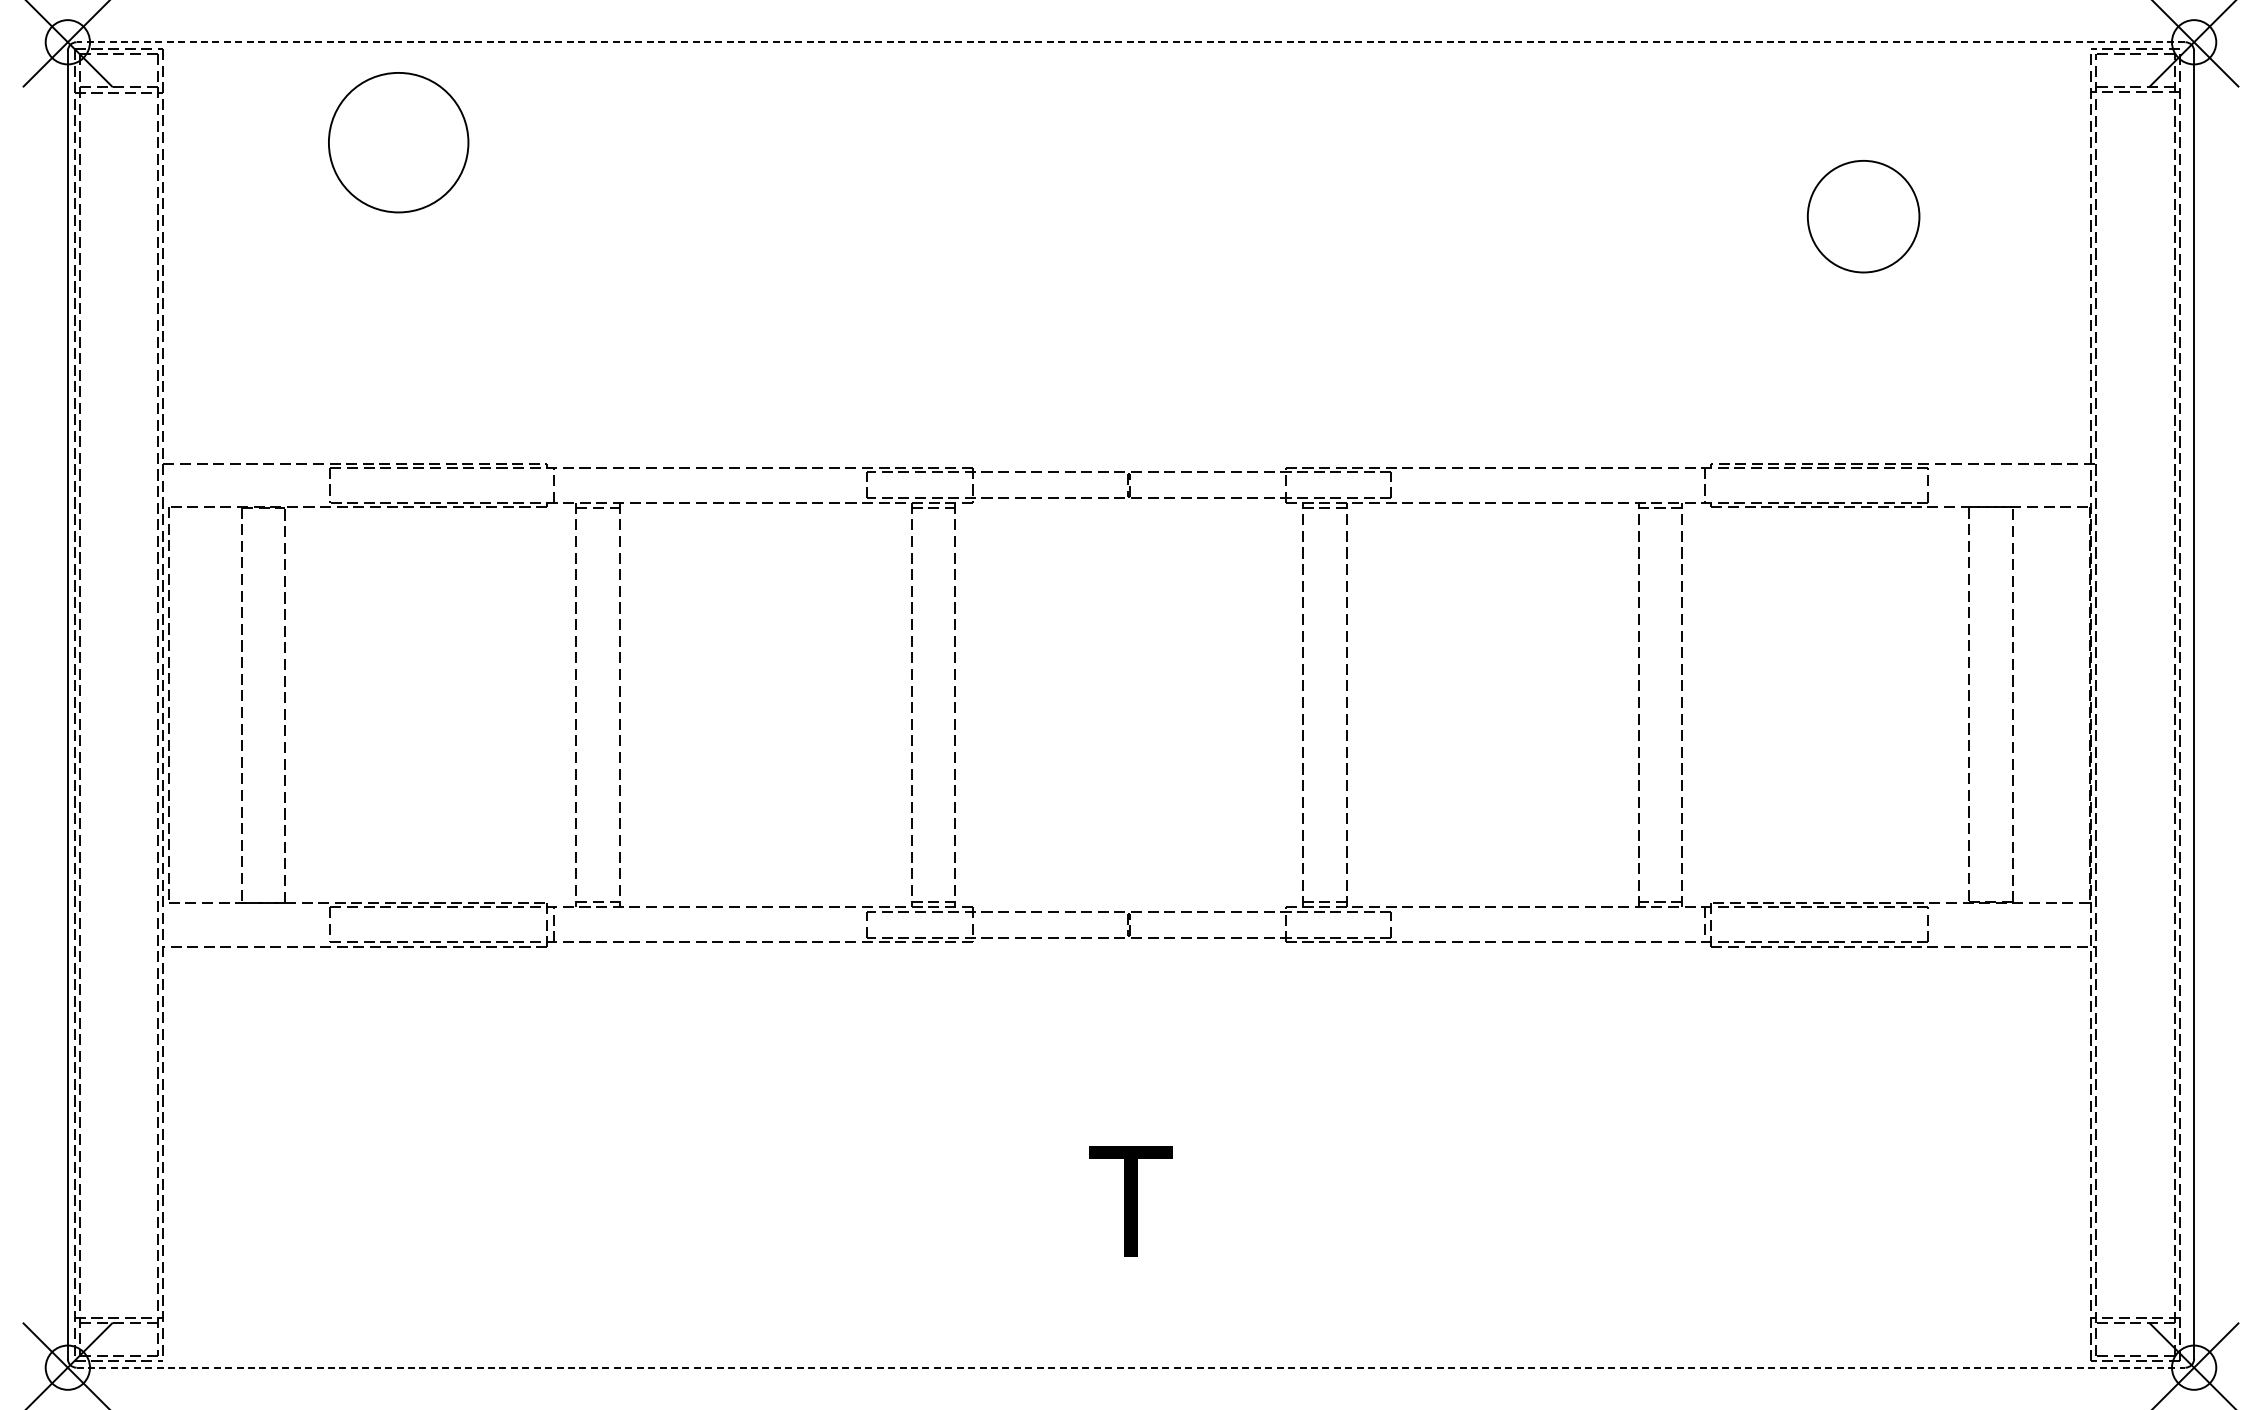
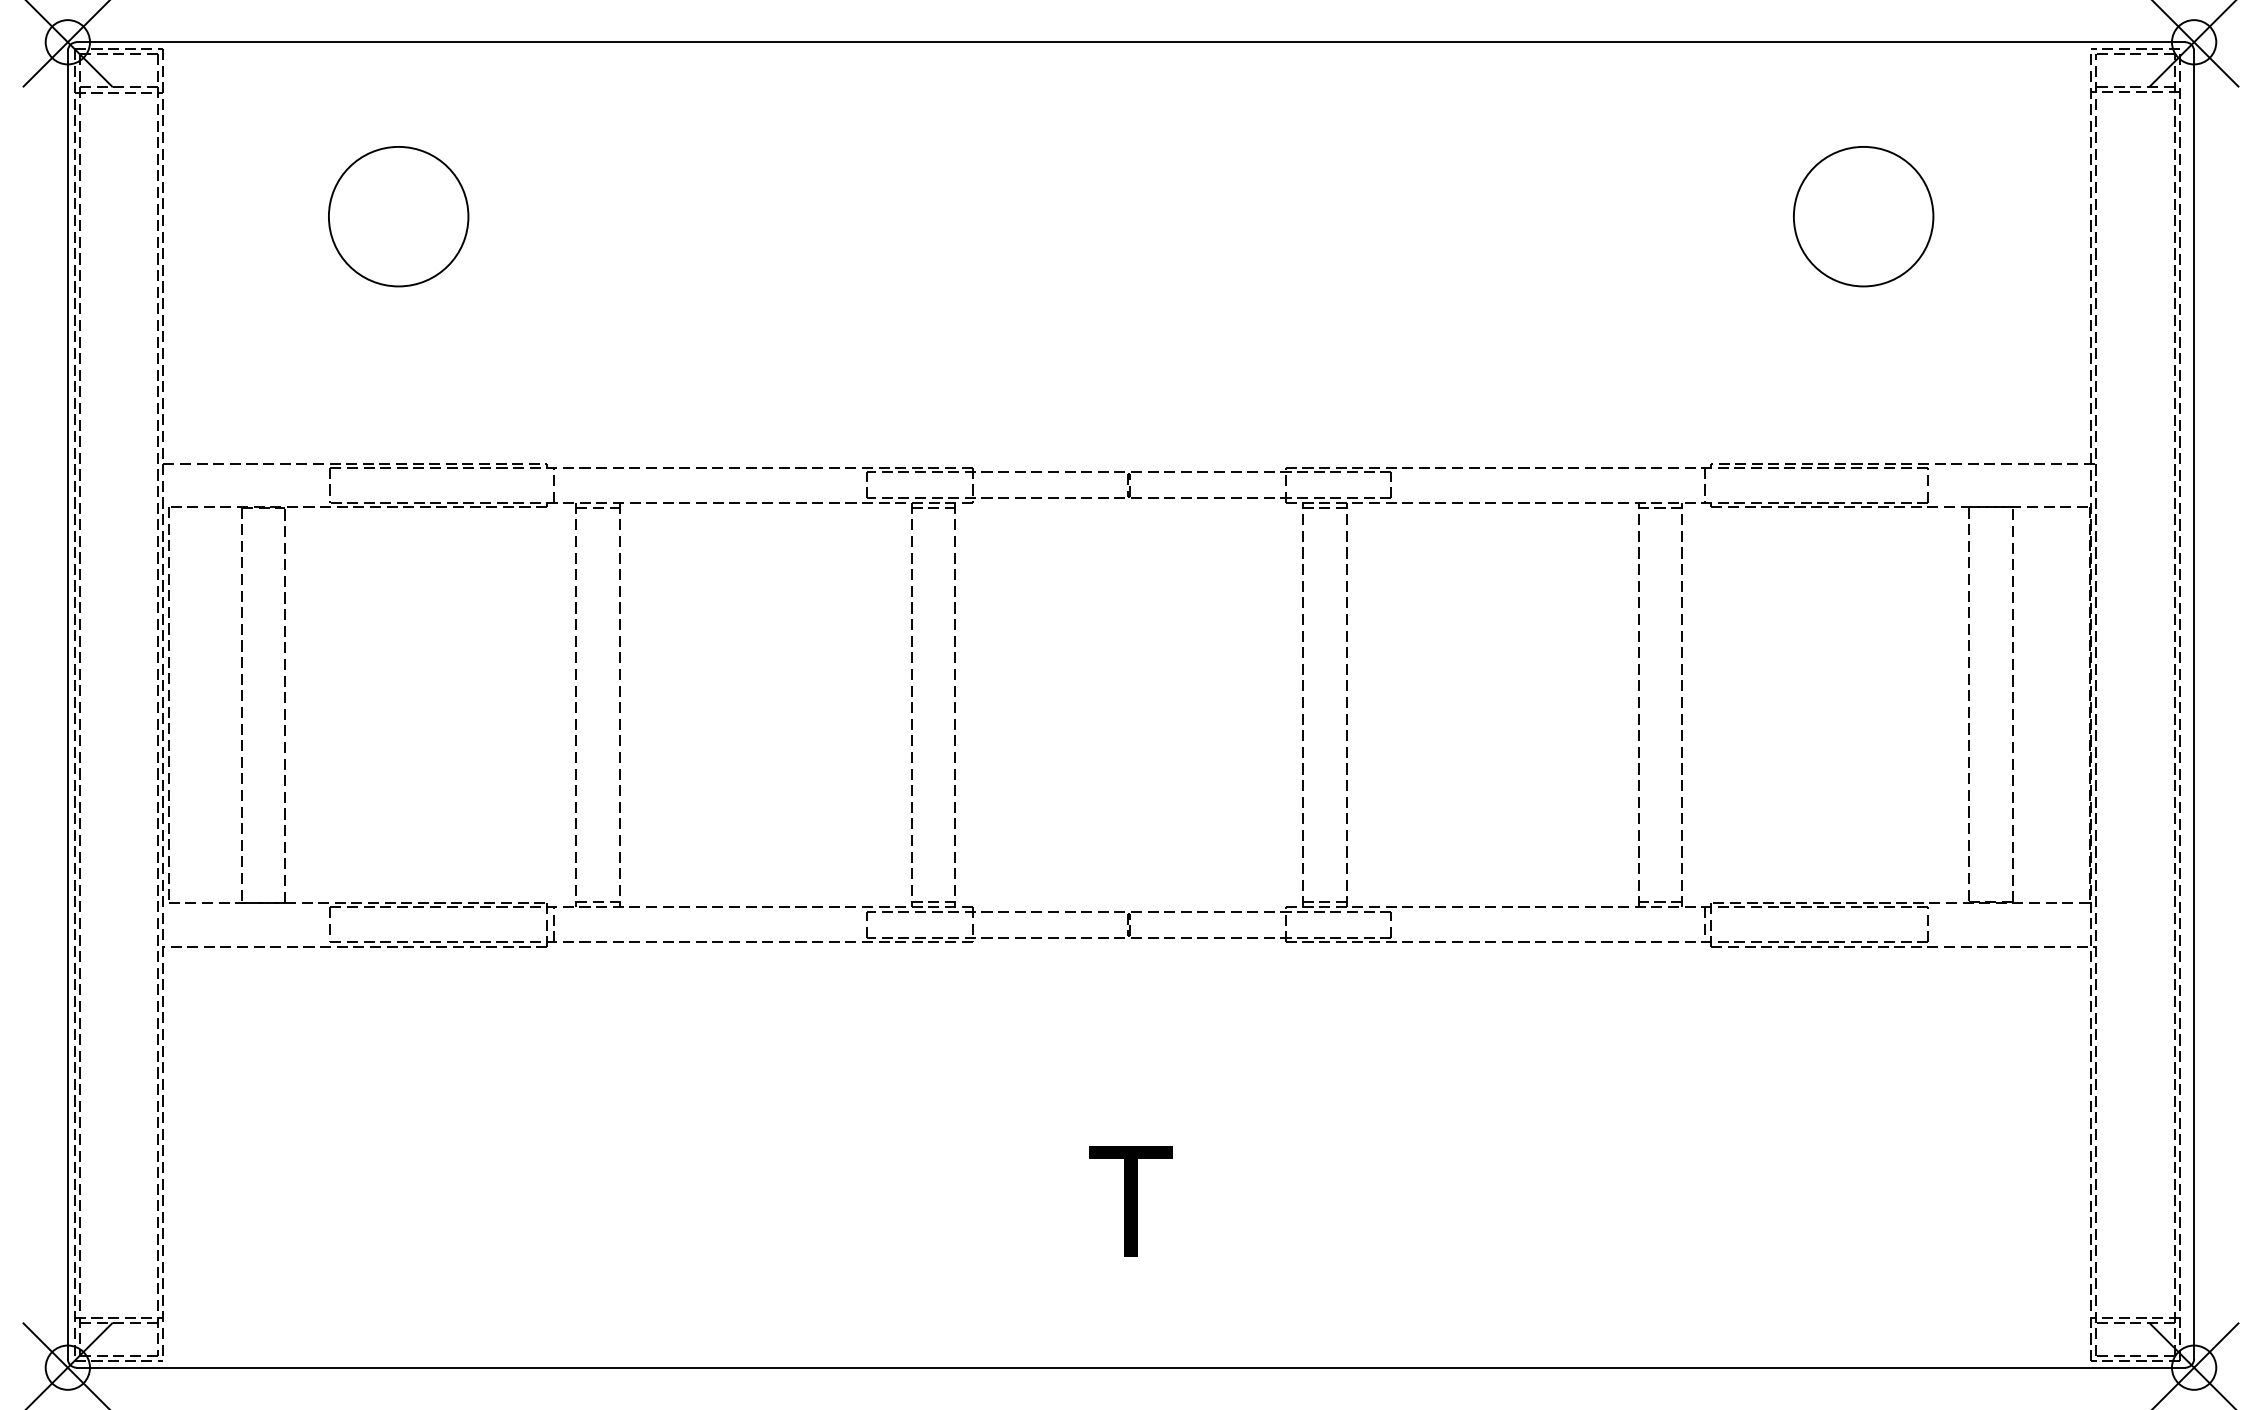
line at (1130, 42): dashed -> solid
circle at (398, 142) position: (398, 142) -> (398, 216)
circle at (1863, 216) diameter: 112 px -> 140 px
line at (1131, 1367): dashed -> solid
